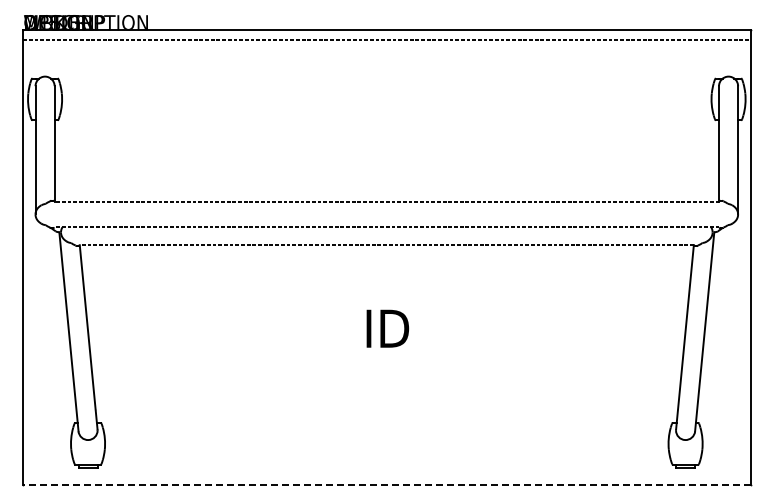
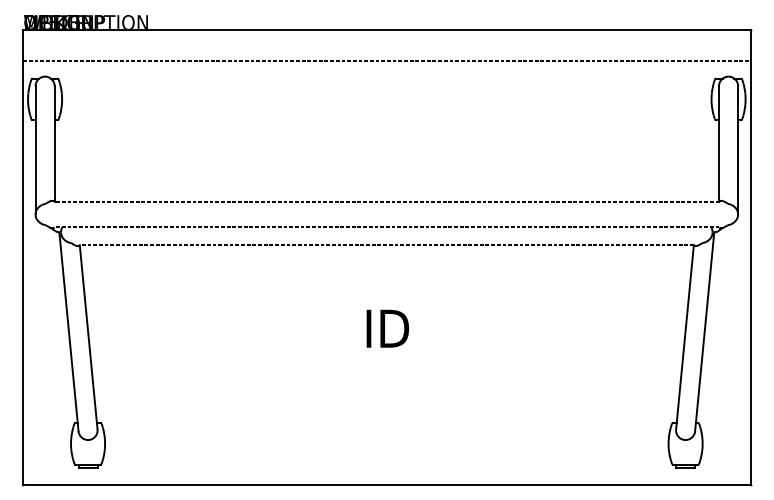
line at (386, 39) position: (386, 39) -> (386, 60)
line at (387, 485): dashed -> solid
